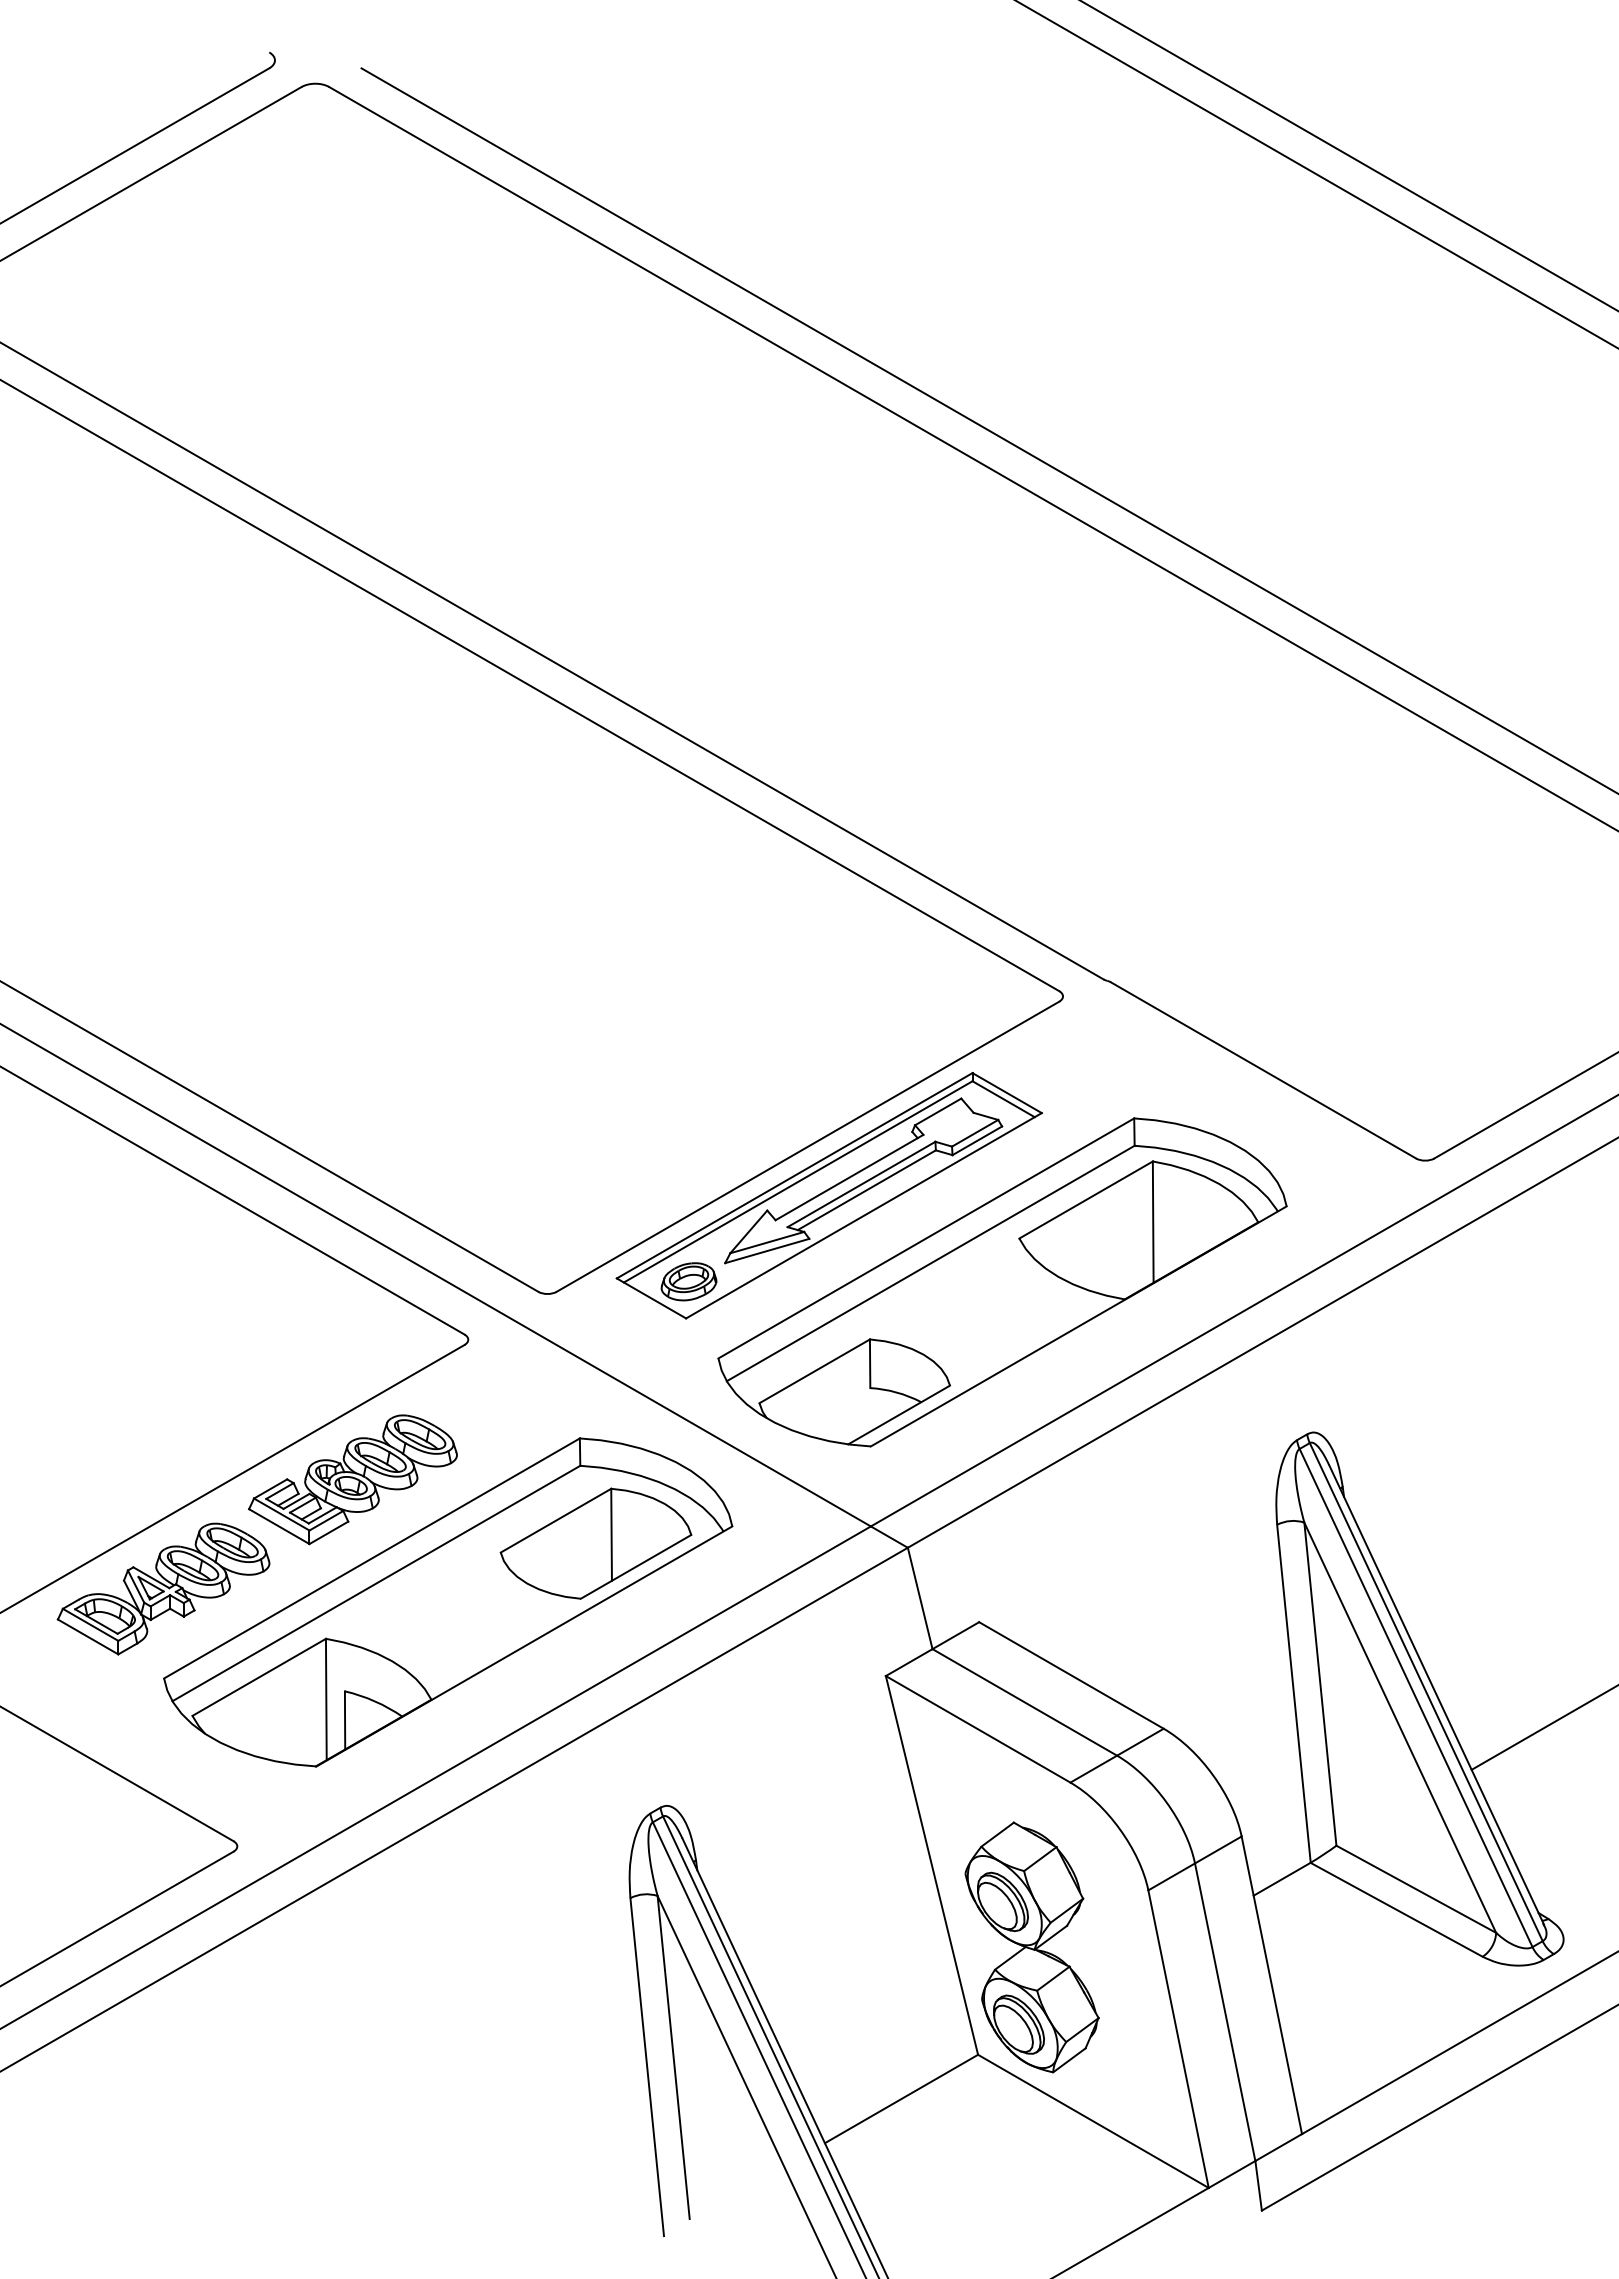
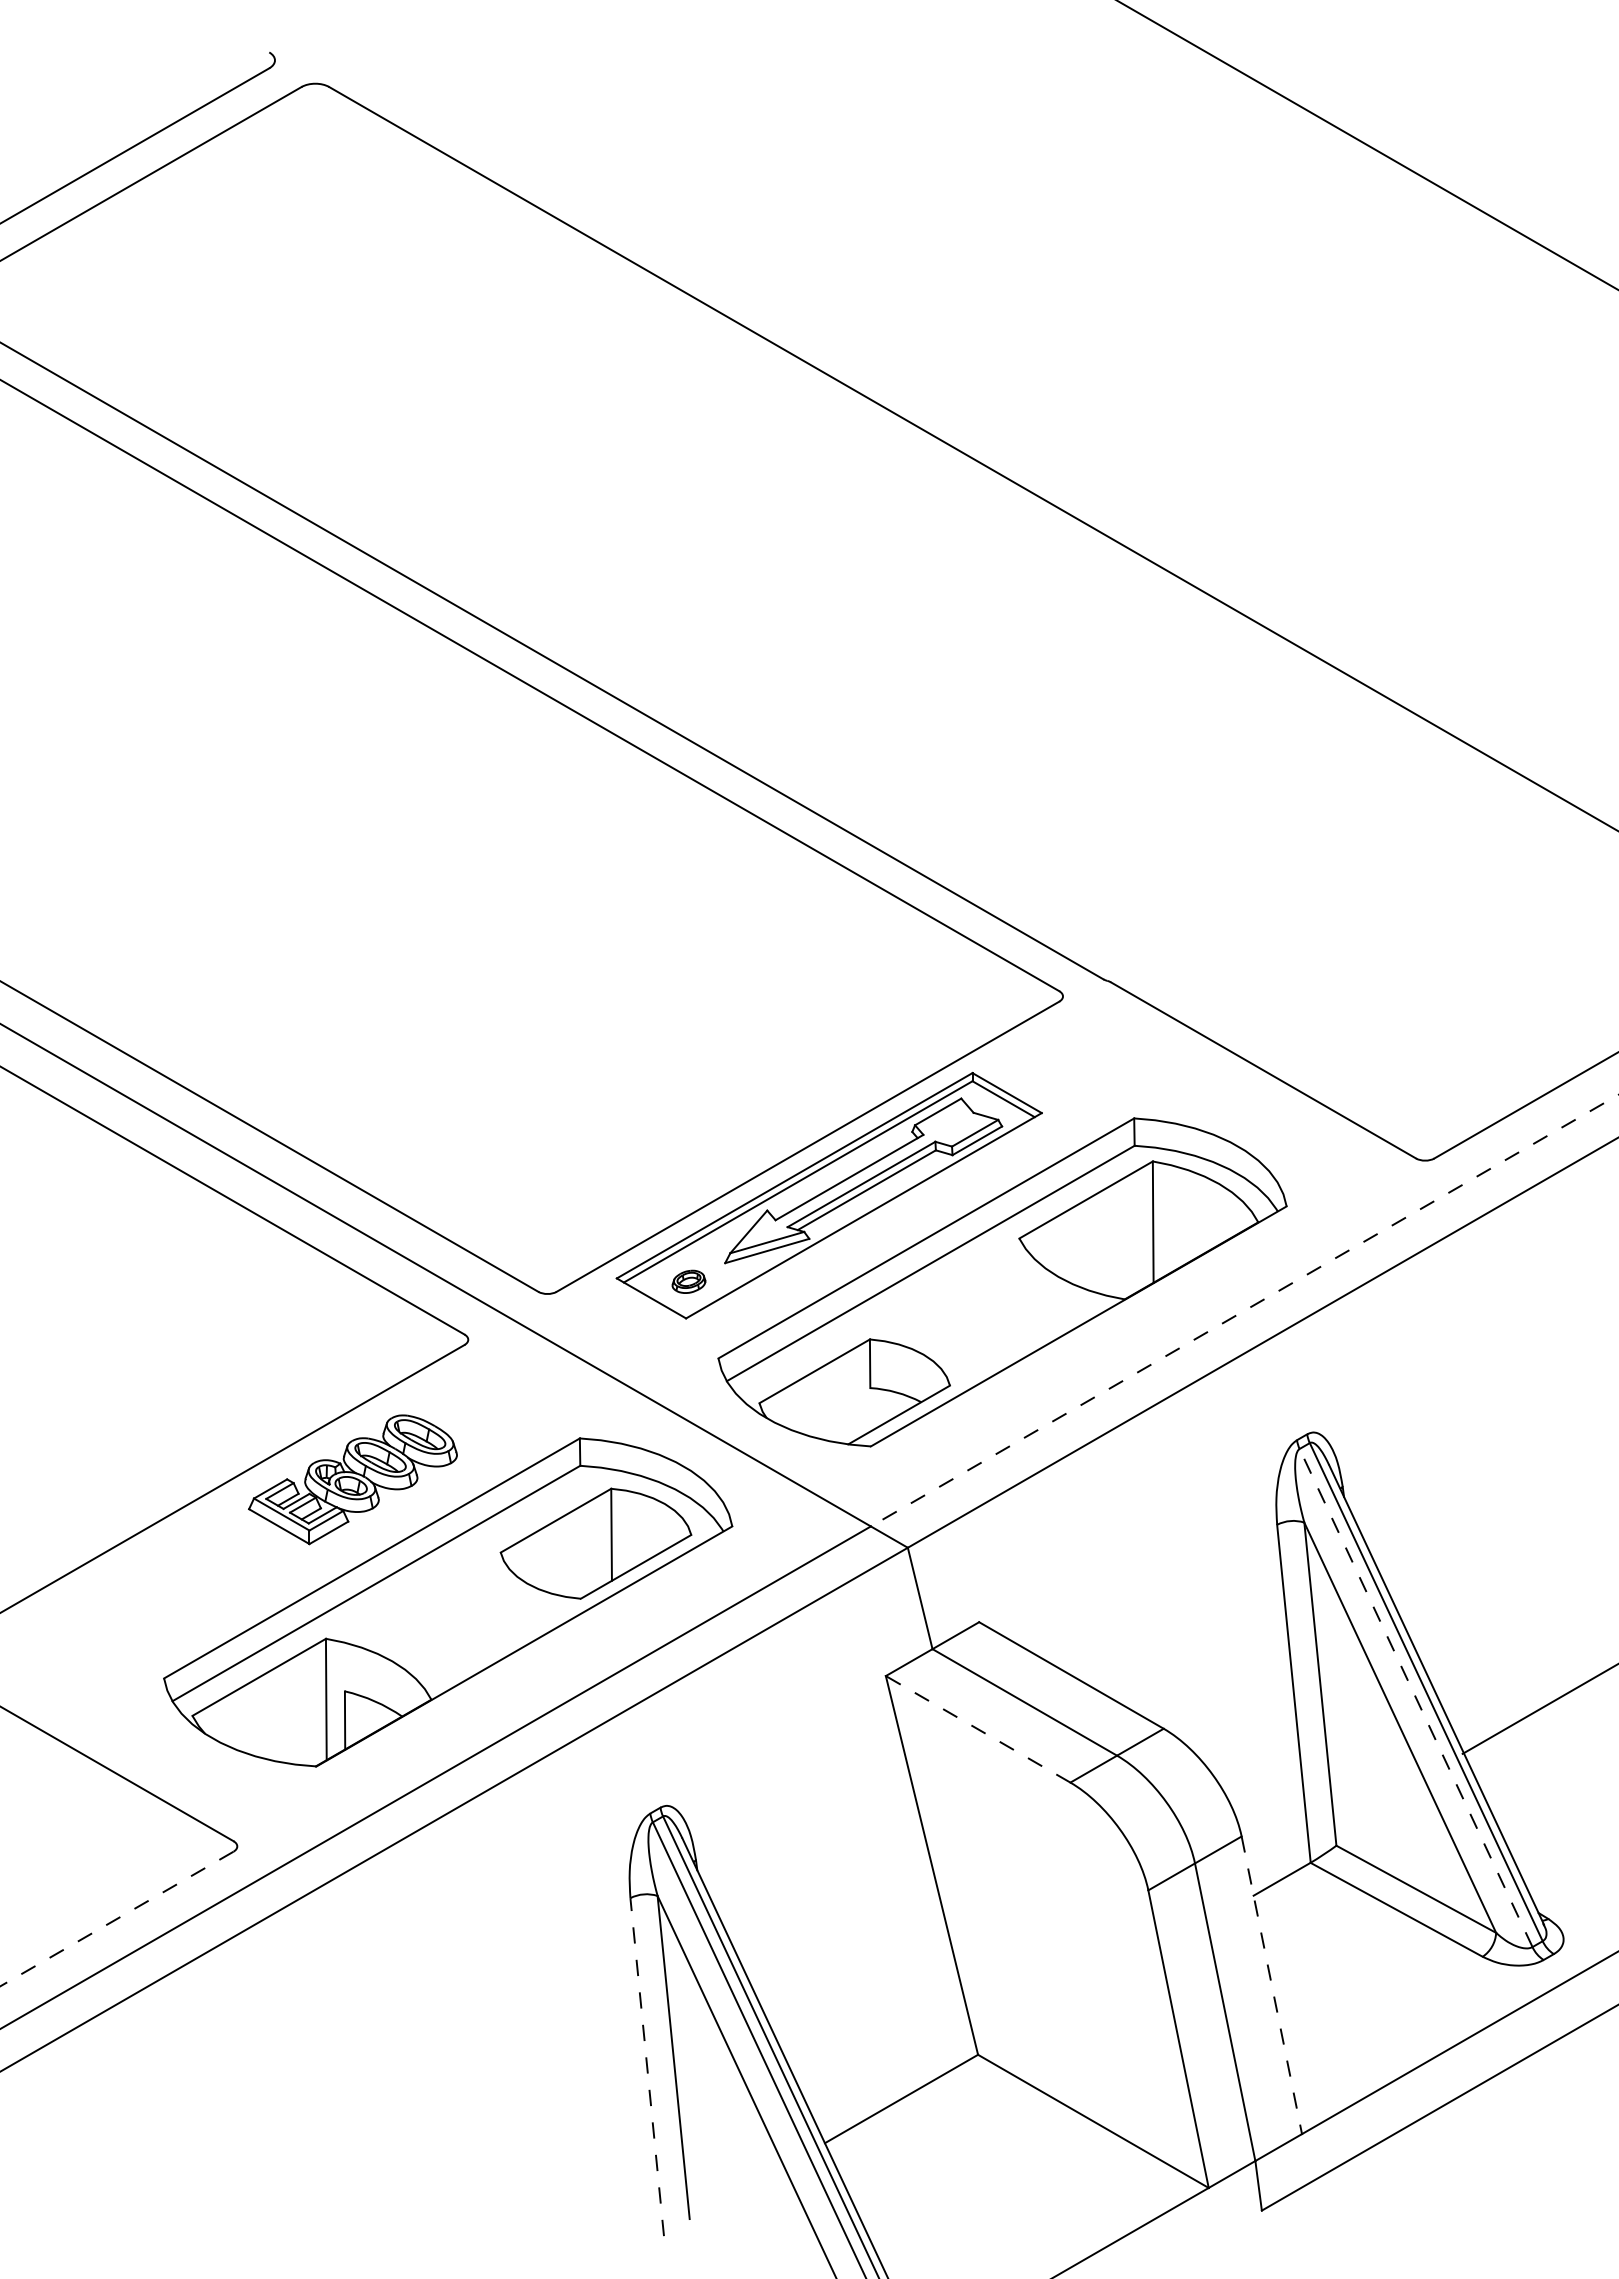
line at (1348, 155) position: (1348, 155) -> (1367, 145)
line at (1316, 174): present -> none
line at (988, 430): present -> none
part at (688, 1281) size: 58x40 px -> 36x25 px
line at (1244, 1310): solid -> dashed
part at (163, 1588): present -> none
line at (1416, 1698): solid -> dashed
line at (1543, 1727) position: (1543, 1727) -> (1538, 1709)
line at (978, 1729): solid -> dashed
line at (116, 1919): solid -> dashed
part at (1031, 1947): present -> none
line at (1271, 1985): solid -> dashed
line at (647, 2067): solid -> dashed
